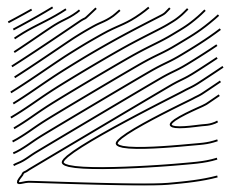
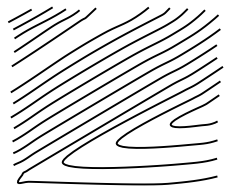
curve at (67, 43): present -> none
